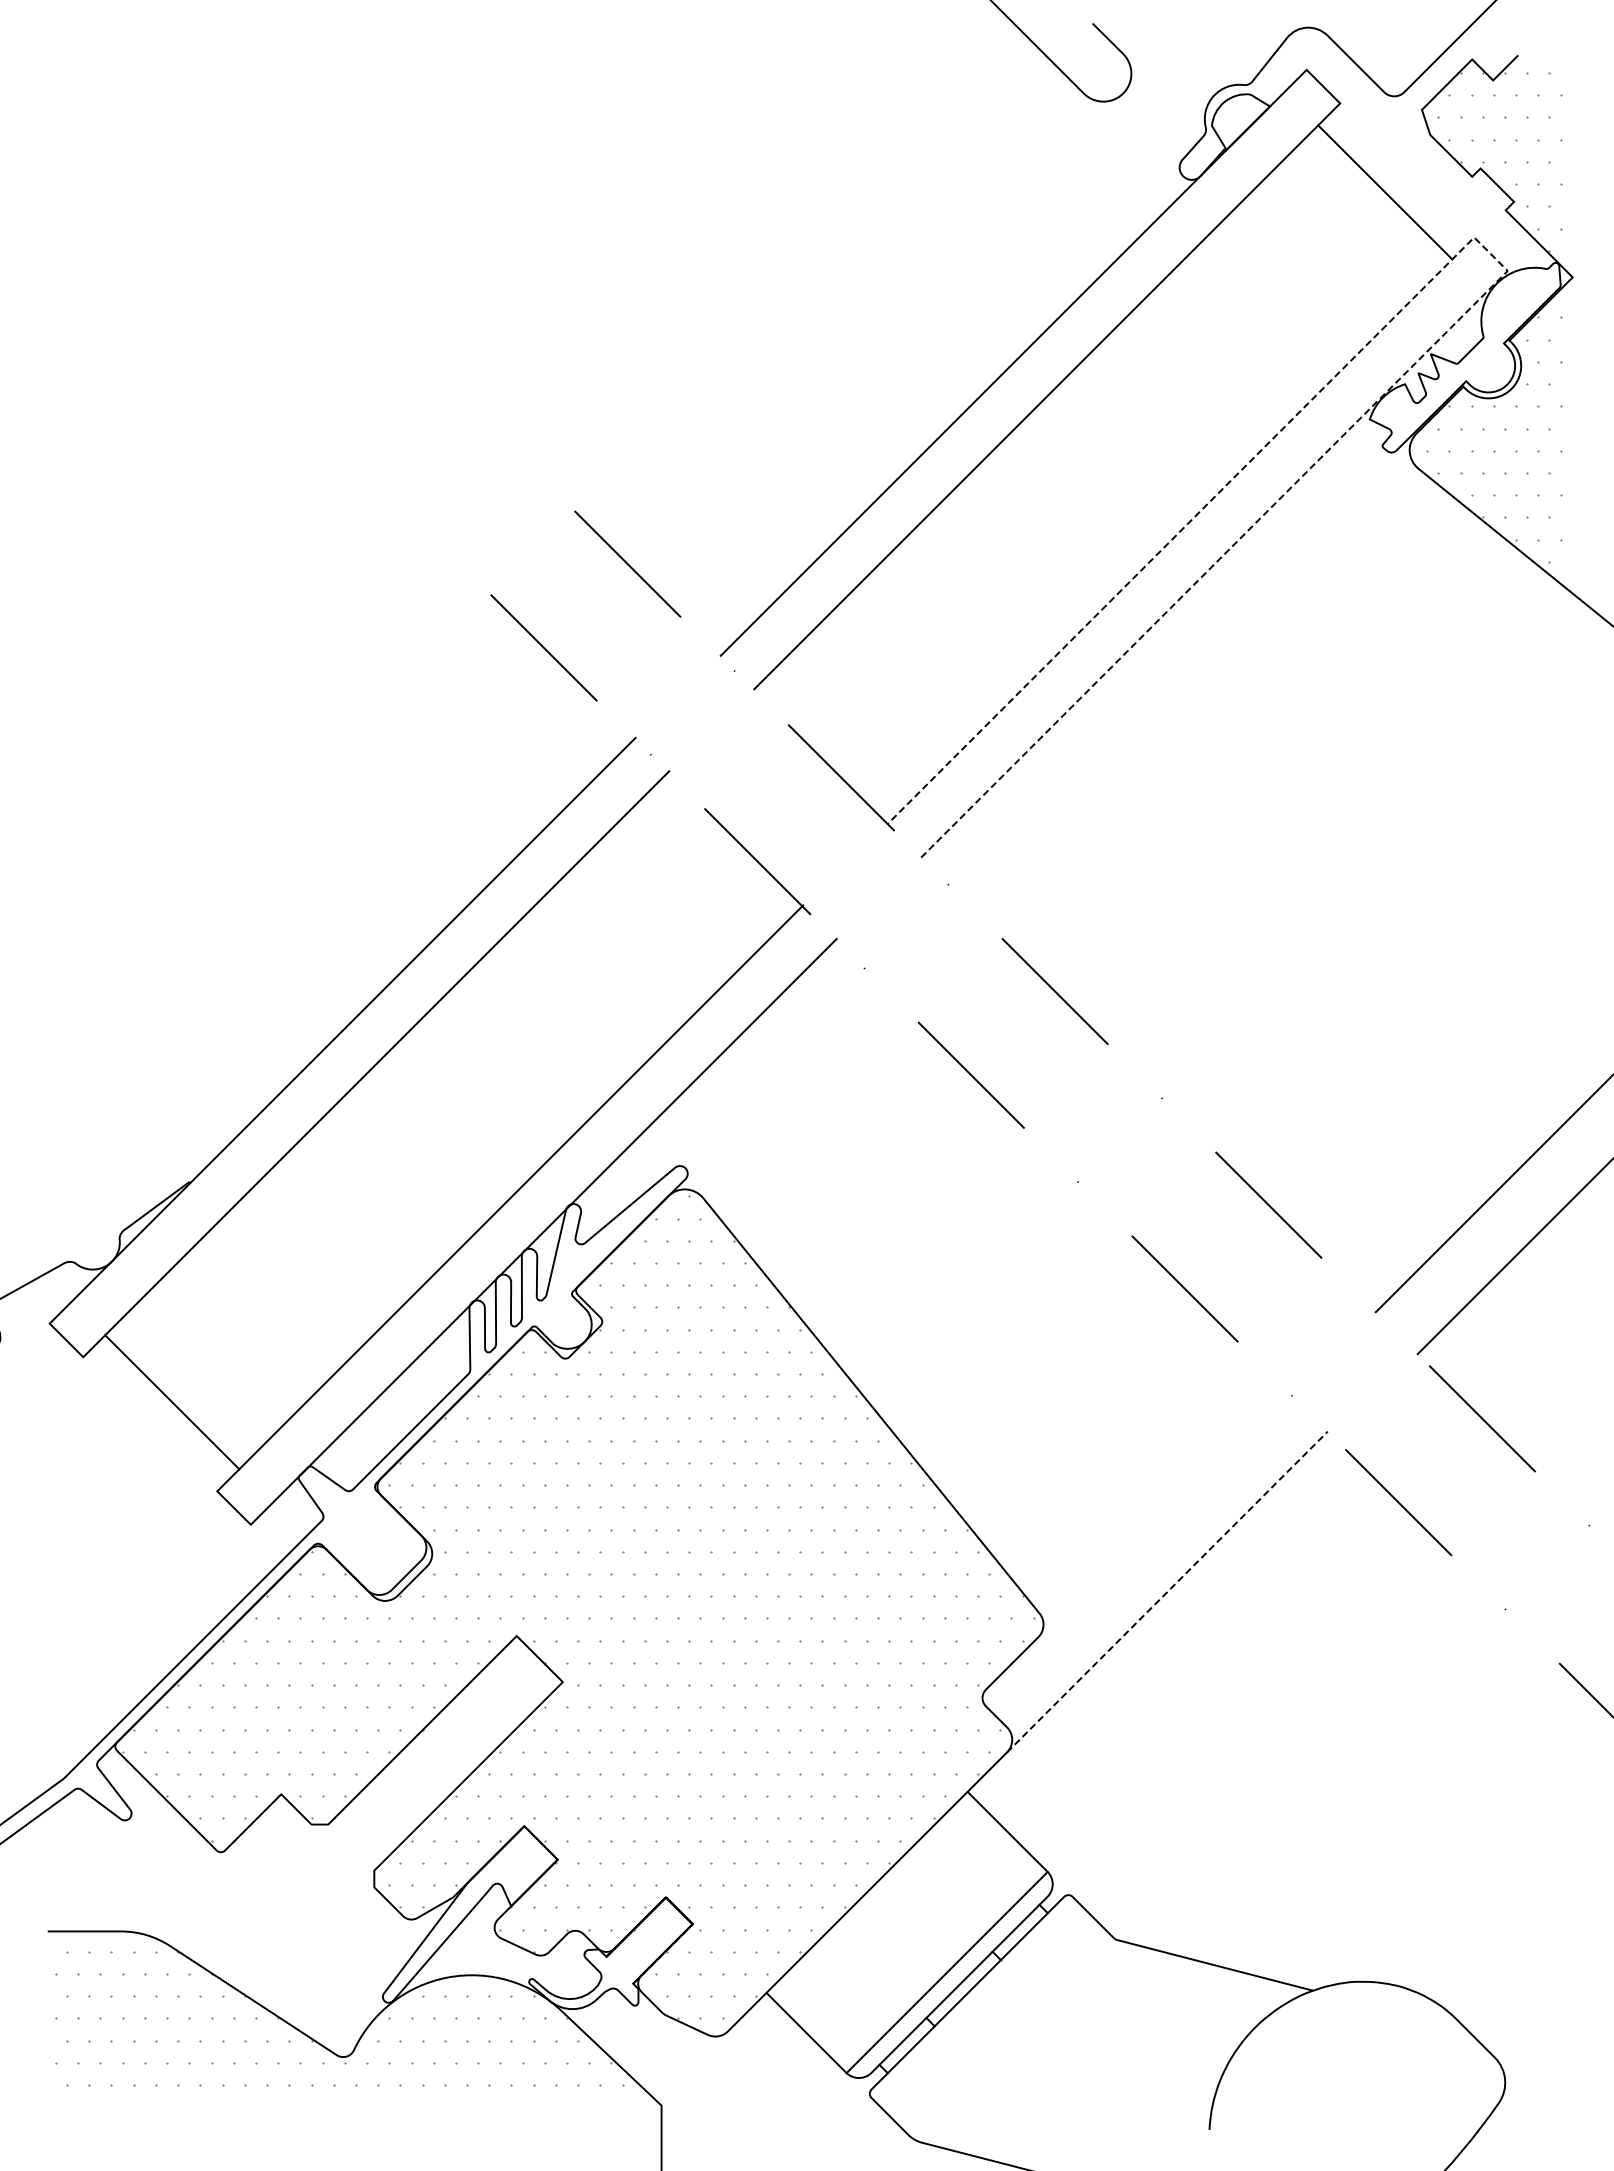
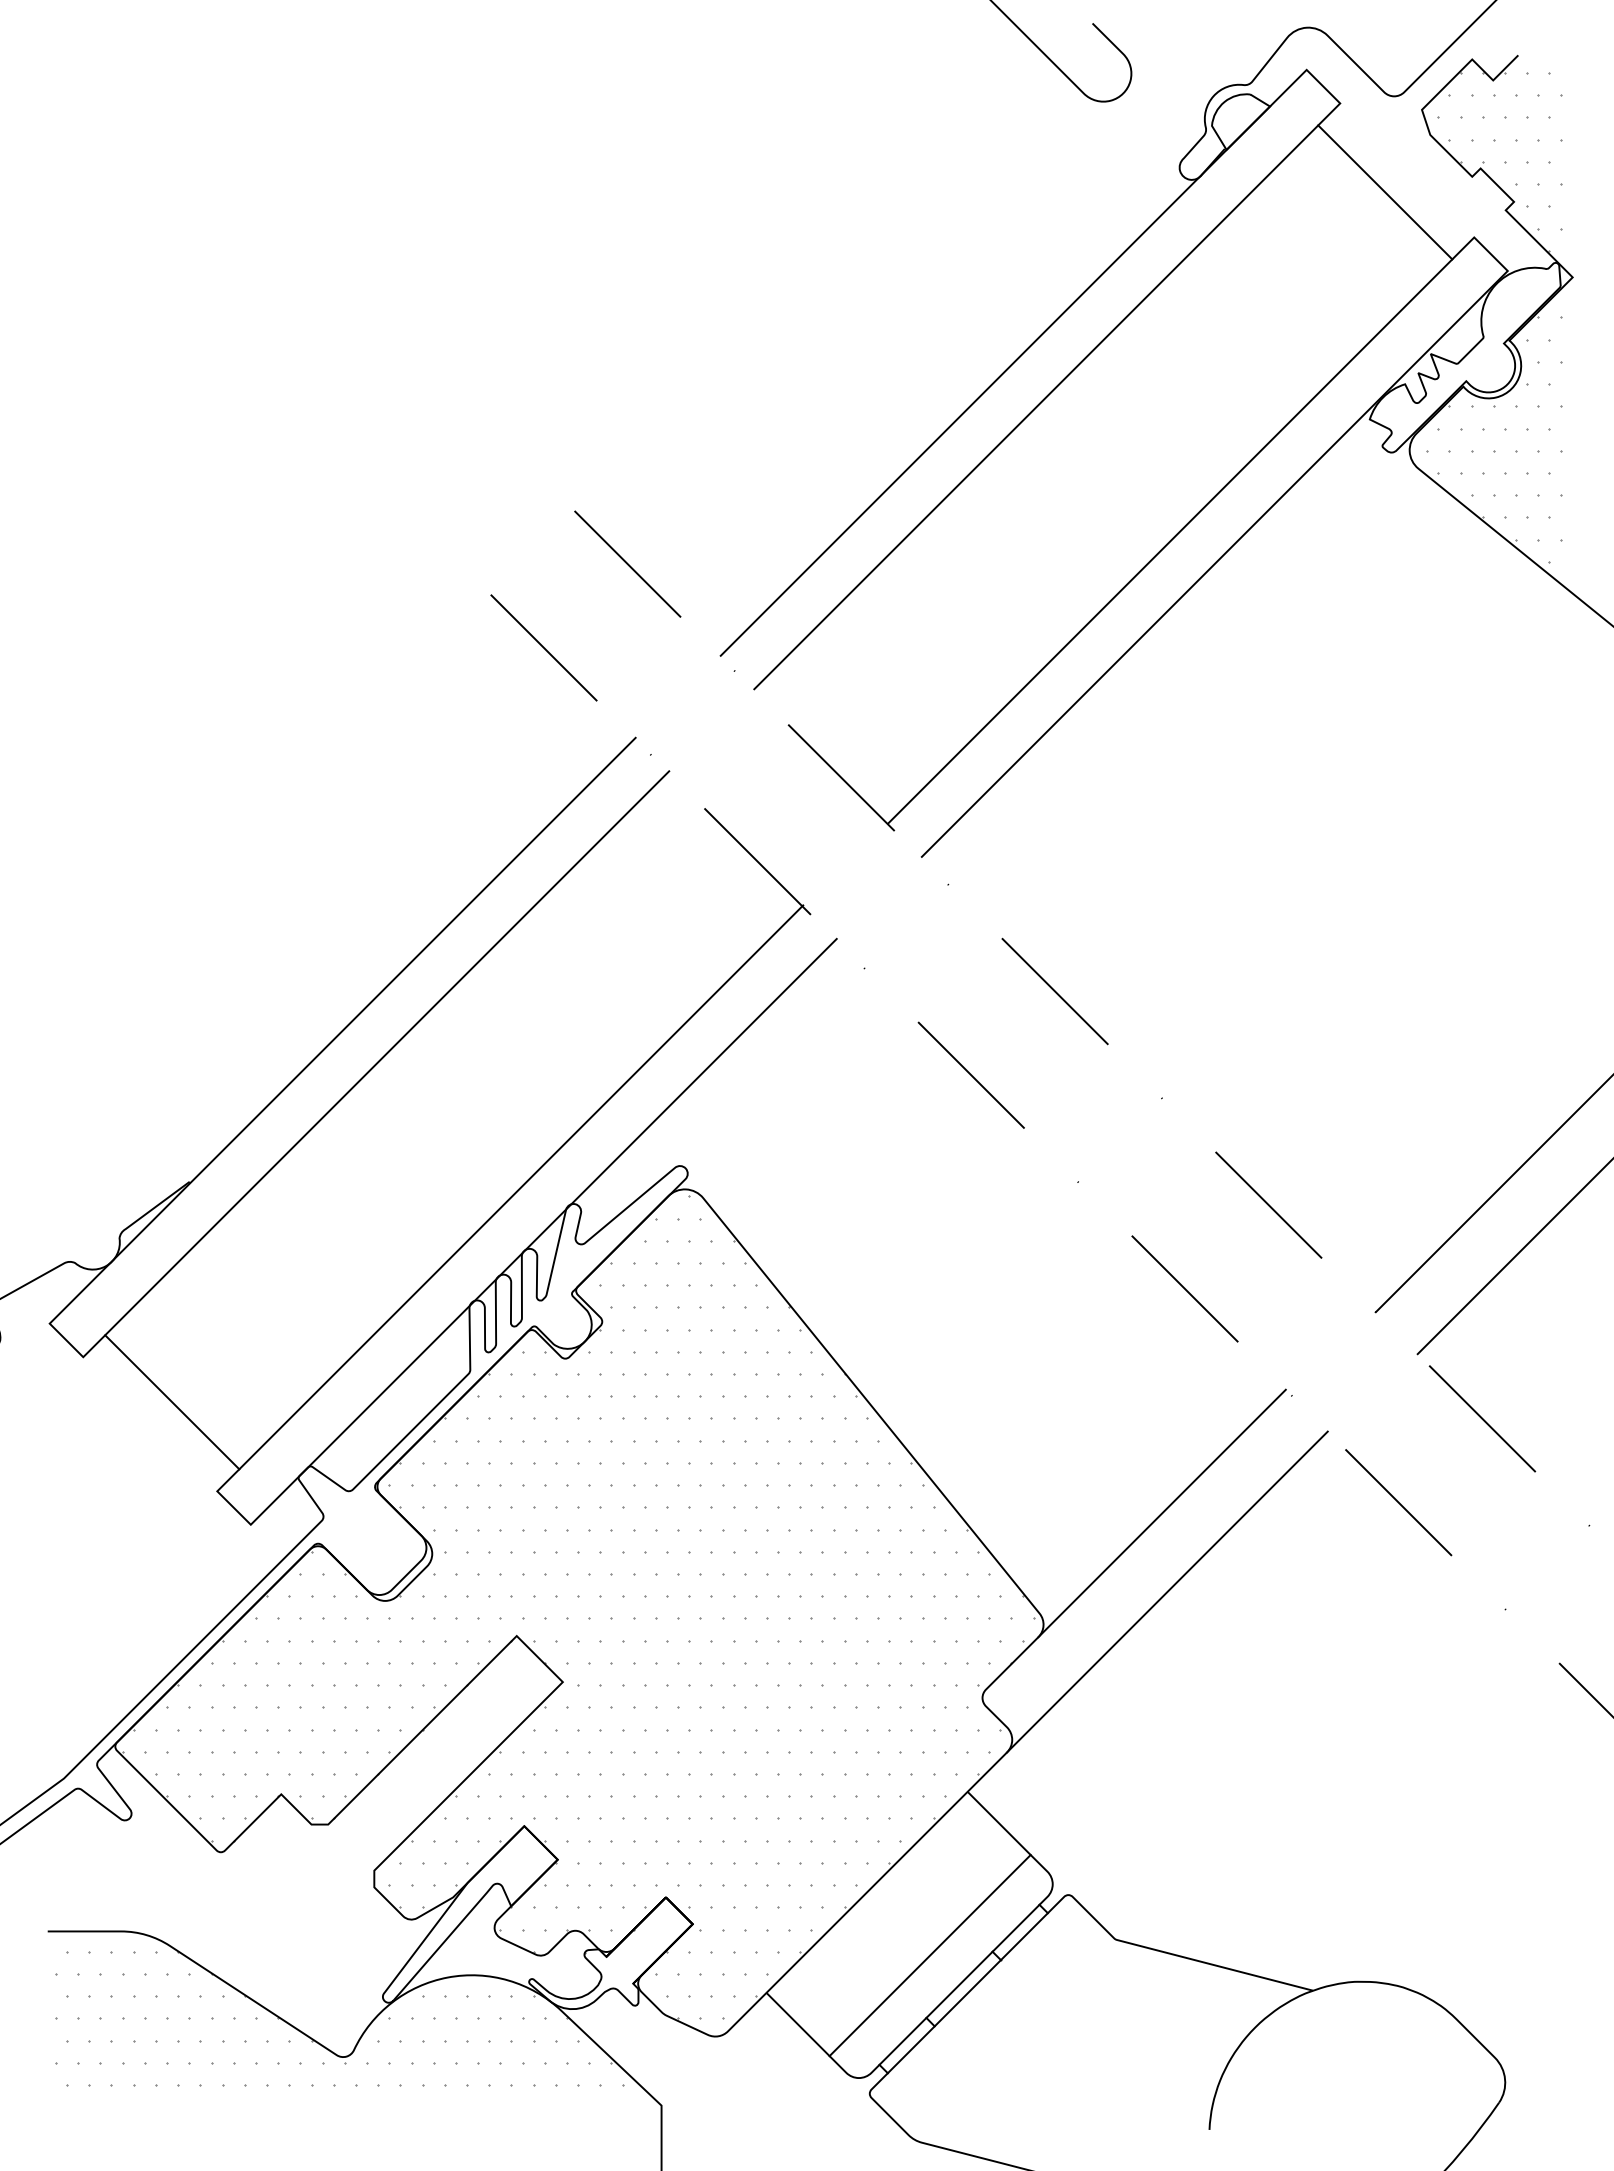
line at (1491, 254): dashed -> solid
line at (1161, 1513): none -> present
line at (1167, 1592): dashed -> solid
line at (946, 1972) position: (946, 1972) -> (929, 1955)
